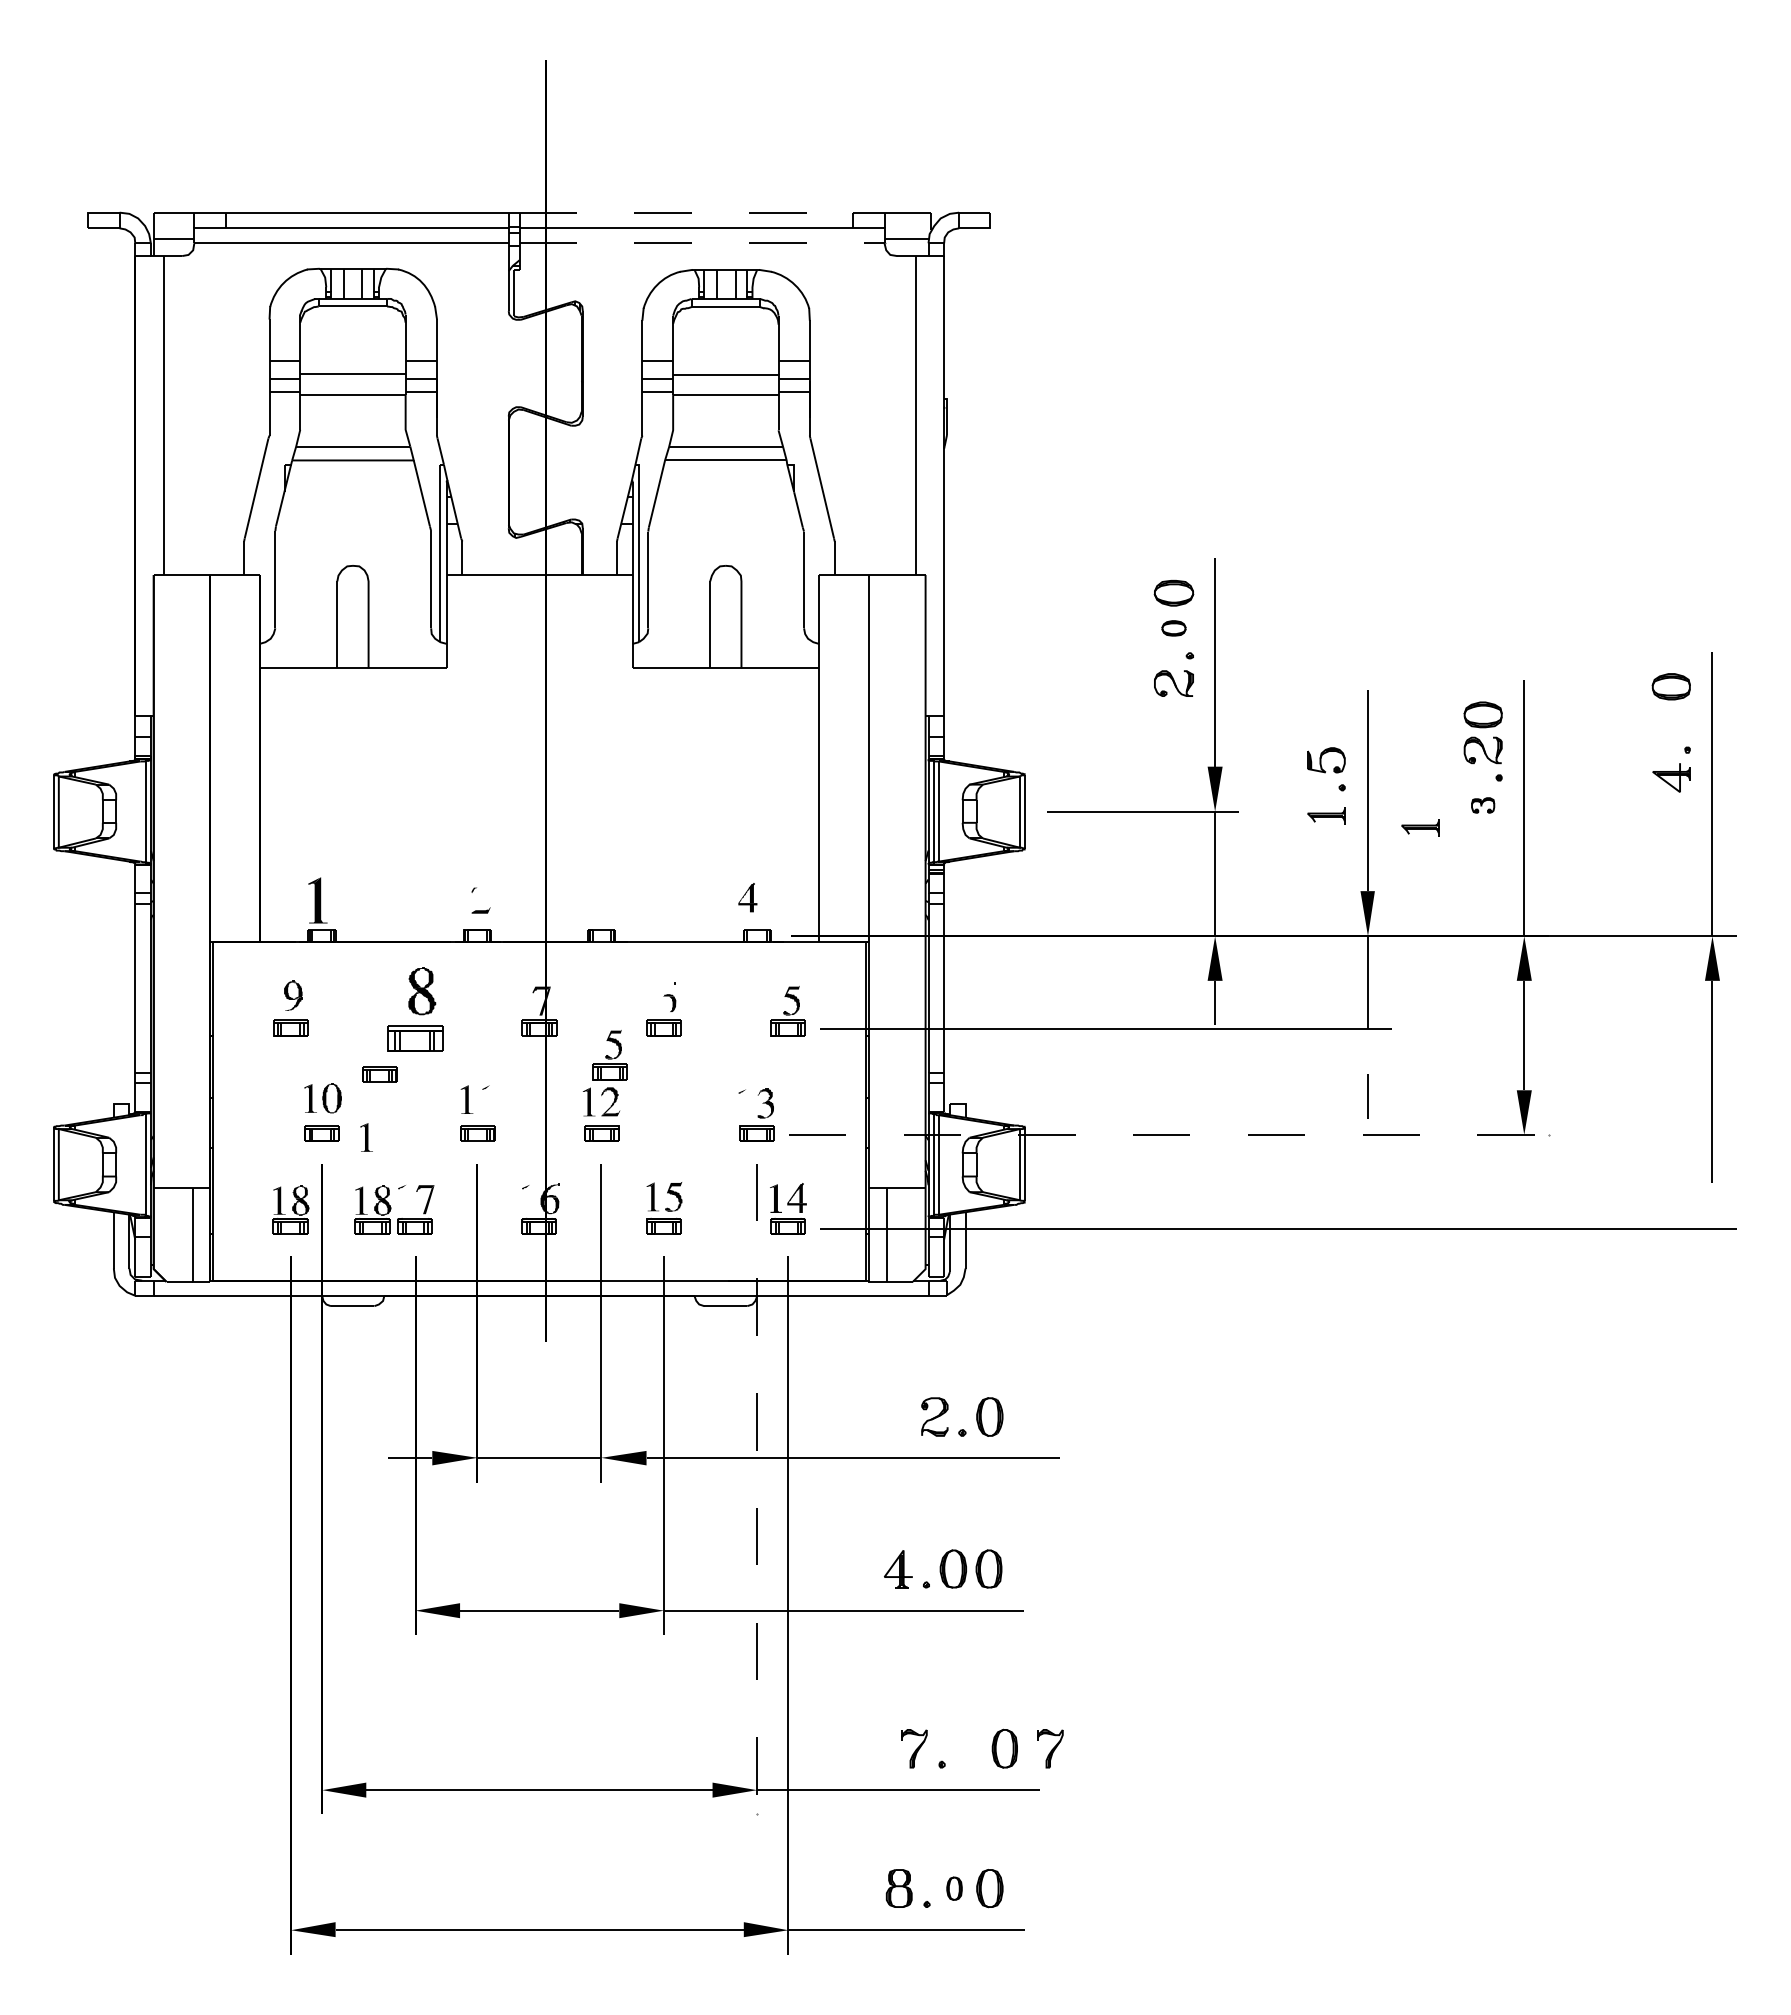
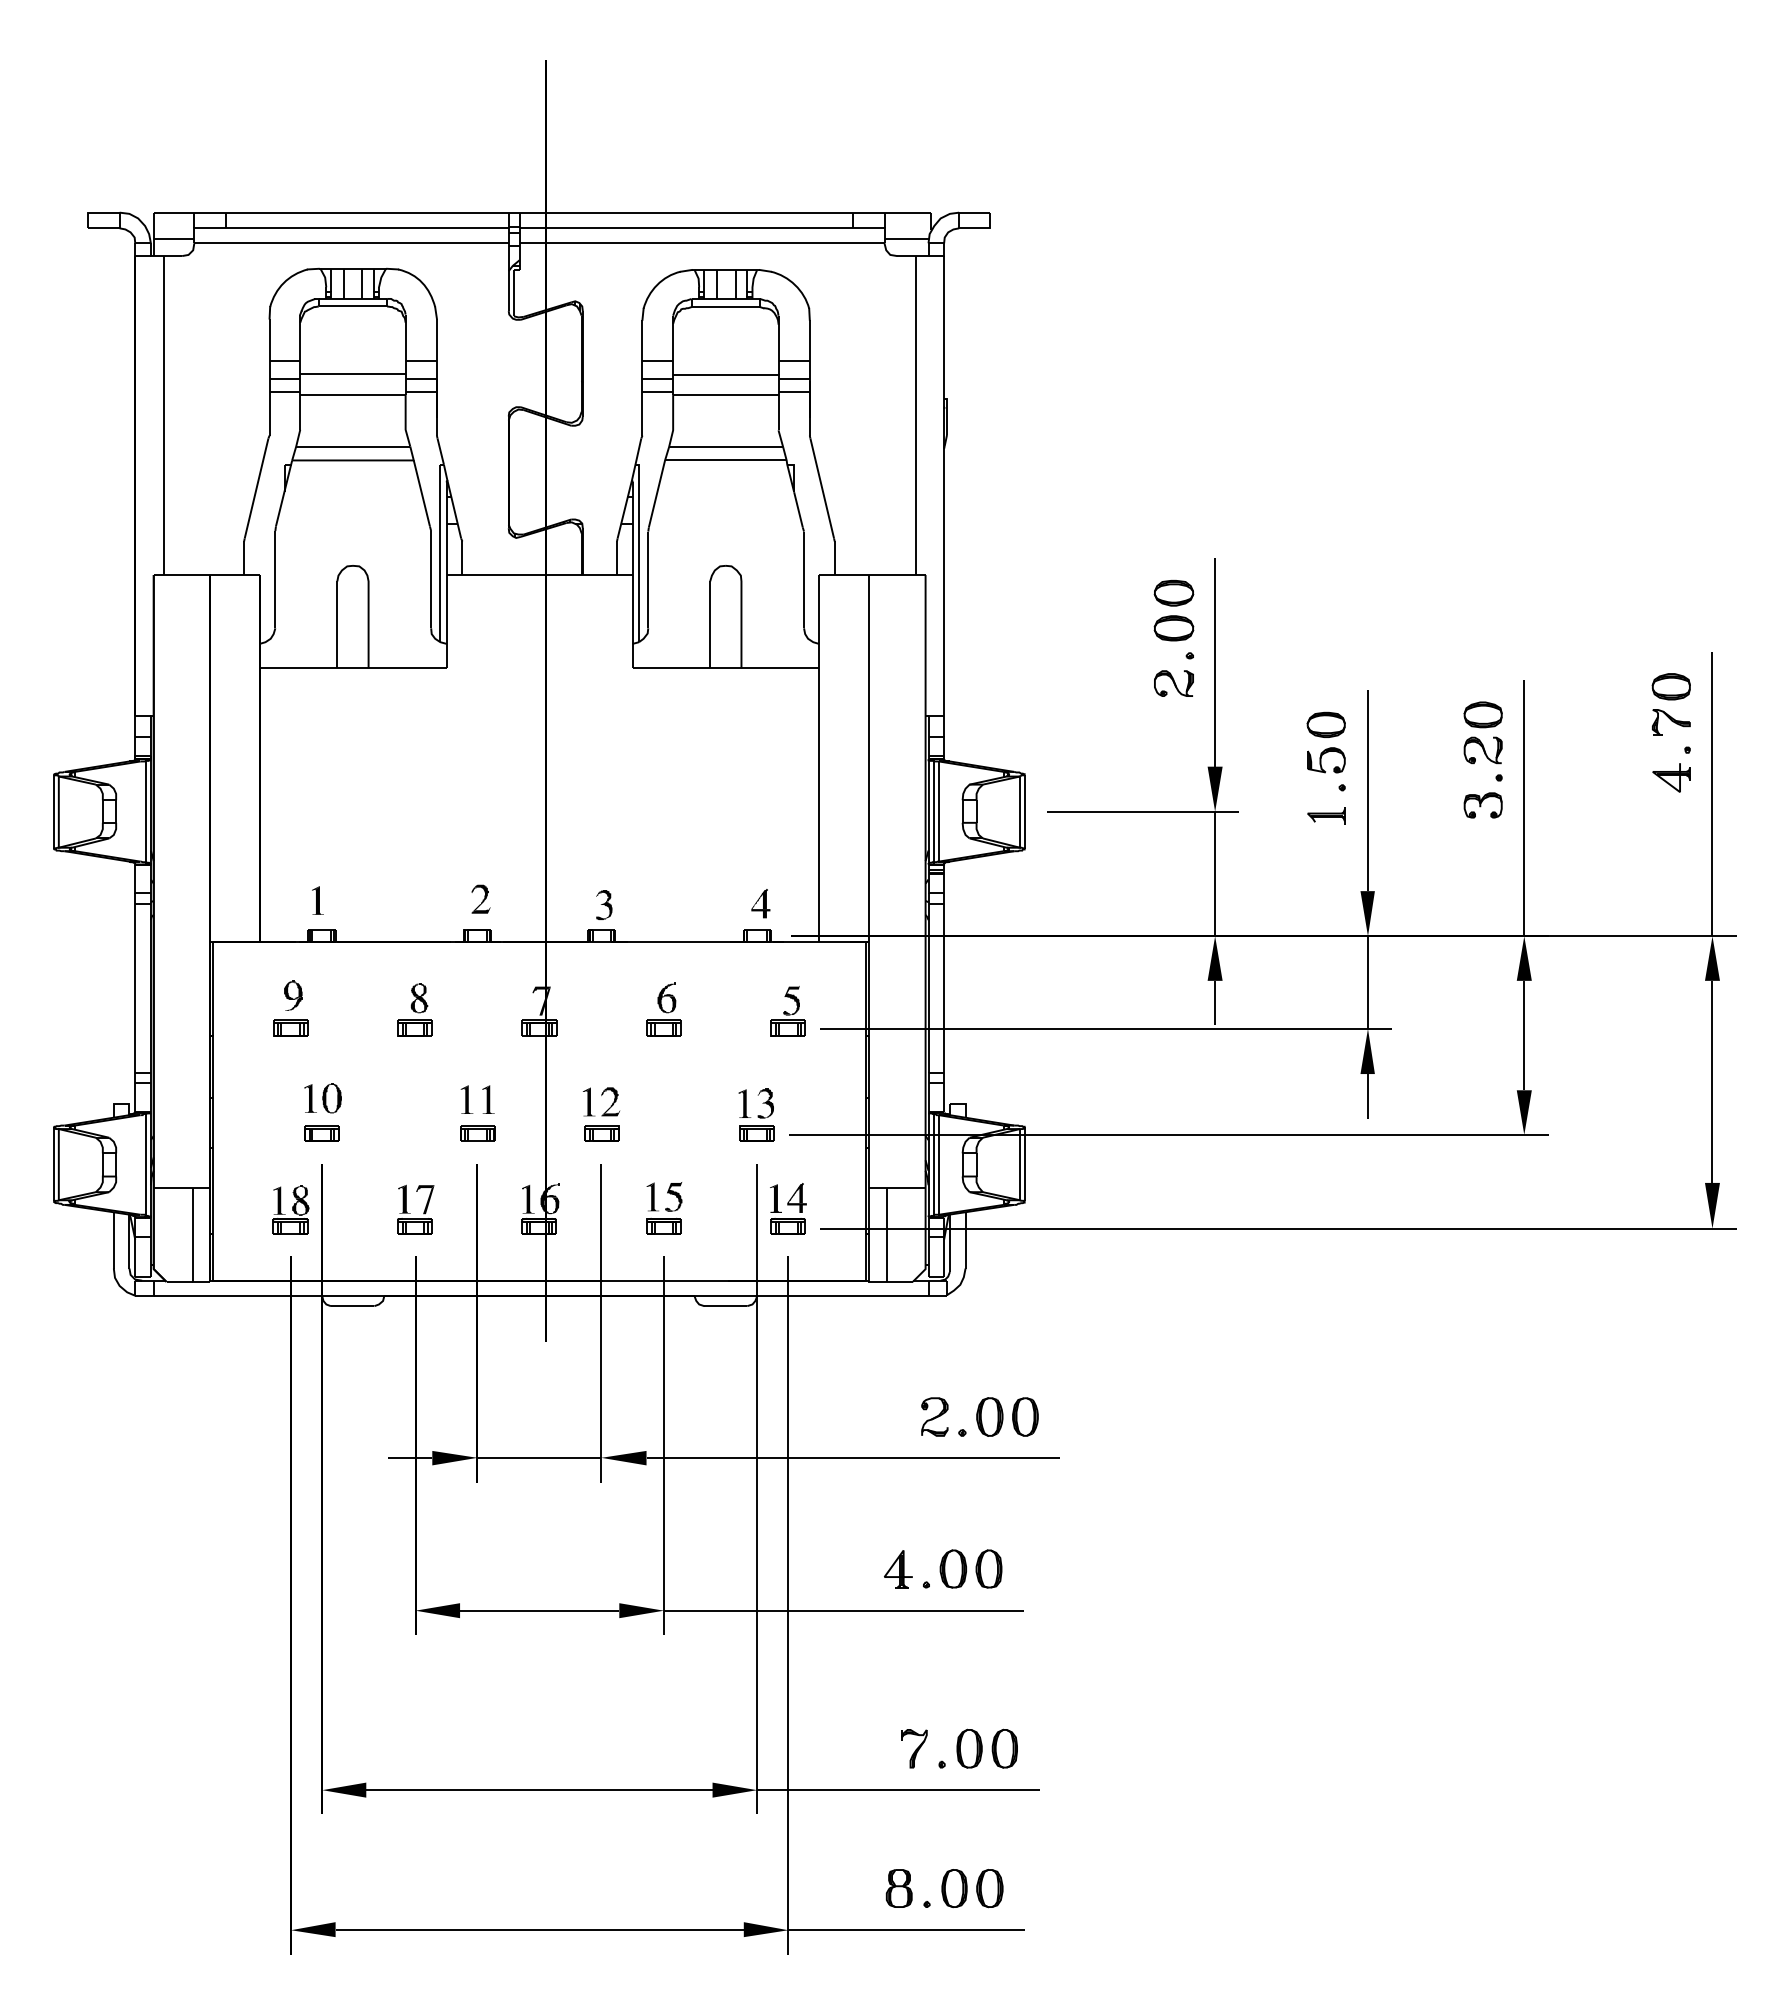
line at (687, 212): dashed -> solid
line at (702, 243): dashed -> solid
part at (1173, 628) size: 26x17 px -> 42x27 px
part at (1670, 722): none -> present
part at (1325, 724): none -> present
part at (1483, 805) size: 25x17 px -> 40x27 px
part at (1420, 827): present -> none
part at (747, 897) position: (747, 897) -> (760, 903)
fill at (480, 898): none -> present
part at (317, 900) size: 20x47 px -> 12x29 px
part at (604, 904): none -> present
fill at (666, 998): none -> present
part at (415, 1009) size: 57x85 px -> 36x54 px
fill at (1367, 1051): none -> present
part at (609, 1055): present -> none
part at (379, 1074): present -> none
fill at (488, 1099): none -> present
fill at (745, 1103): none -> present
line at (1169, 1134): dashed -> solid
part at (366, 1137): present -> none
fill at (404, 1198): none -> present
fill at (528, 1198): none -> present
fill at (1711, 1205): none -> present
part at (372, 1209): present -> none
part at (1025, 1416): none -> present
line at (757, 1489): dashed -> solid
part at (969, 1748): none -> present
part at (1050, 1748): present -> none
part at (954, 1888) size: 17x25 px -> 27x40 px
